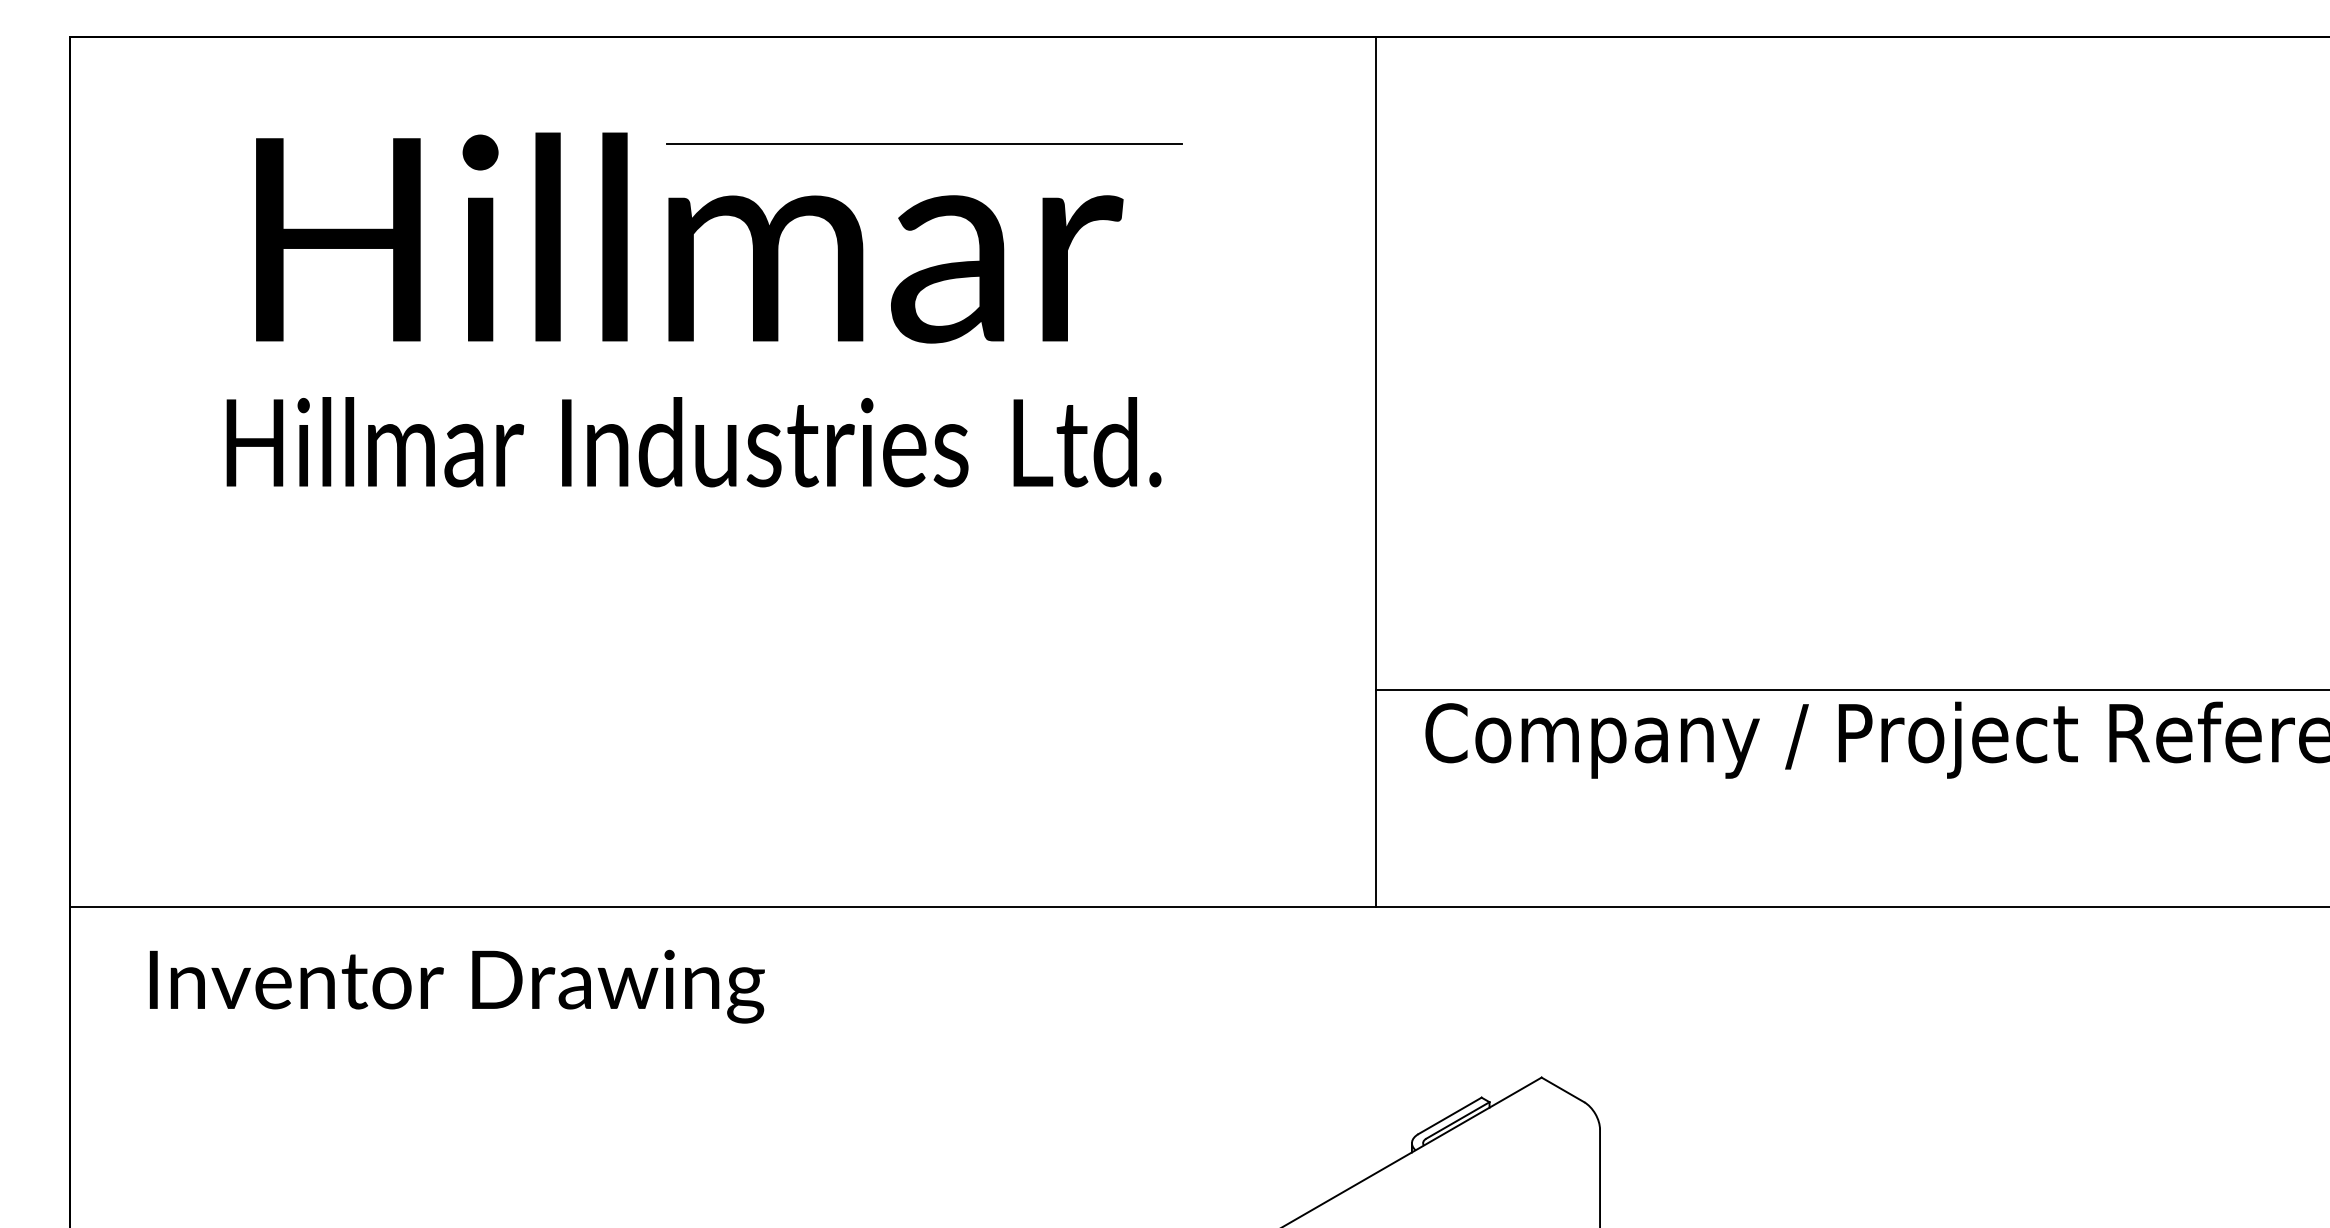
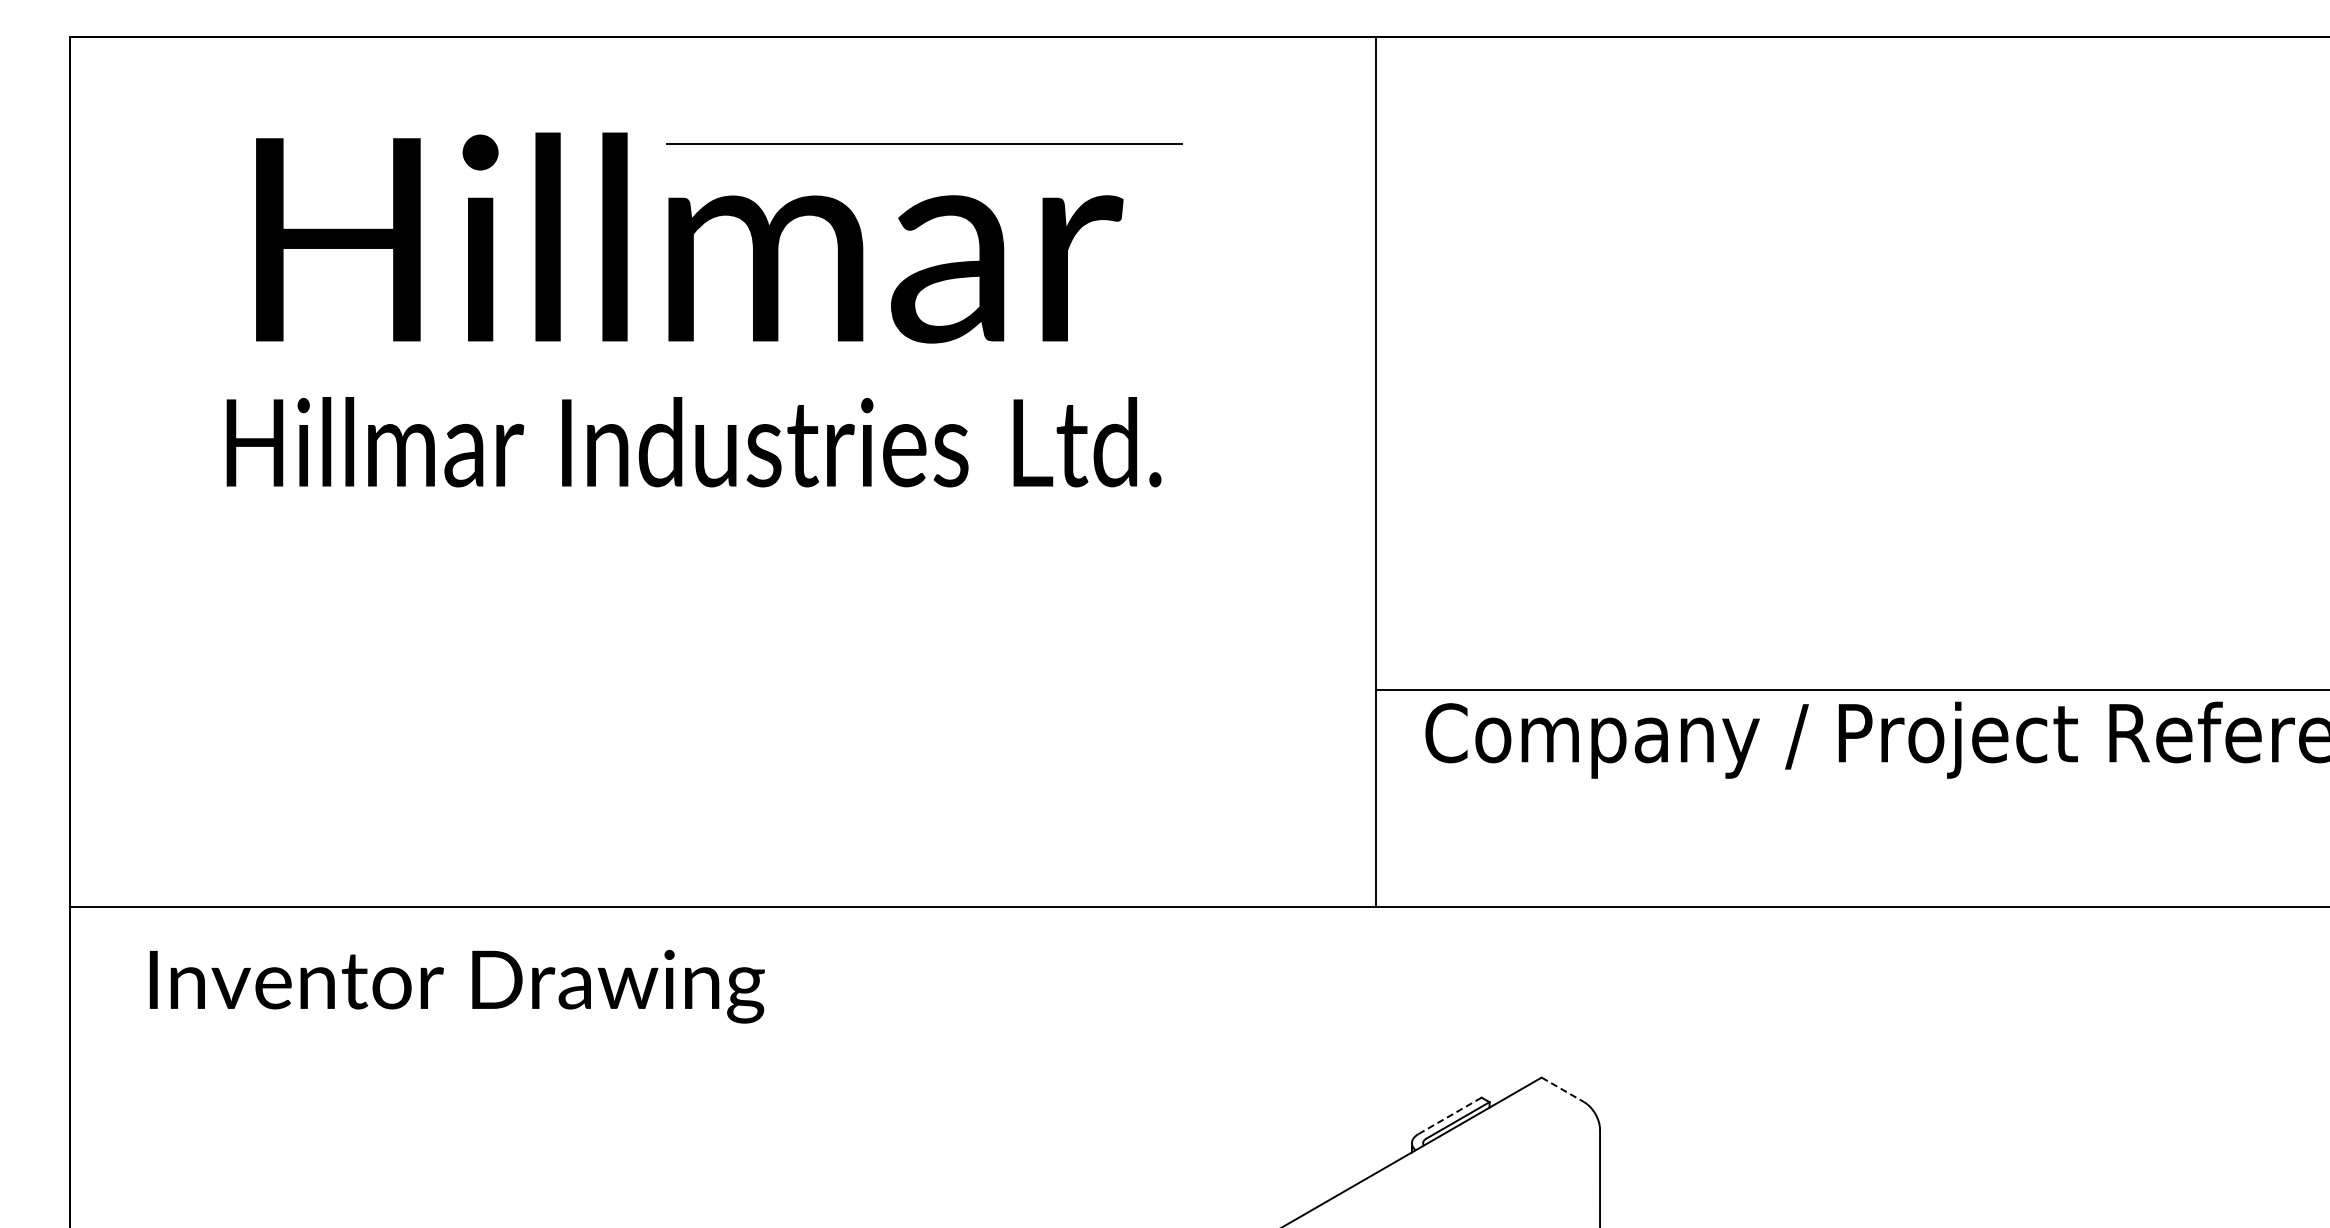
line at (1562, 1089): solid -> dashed
line at (1449, 1116): solid -> dashed
